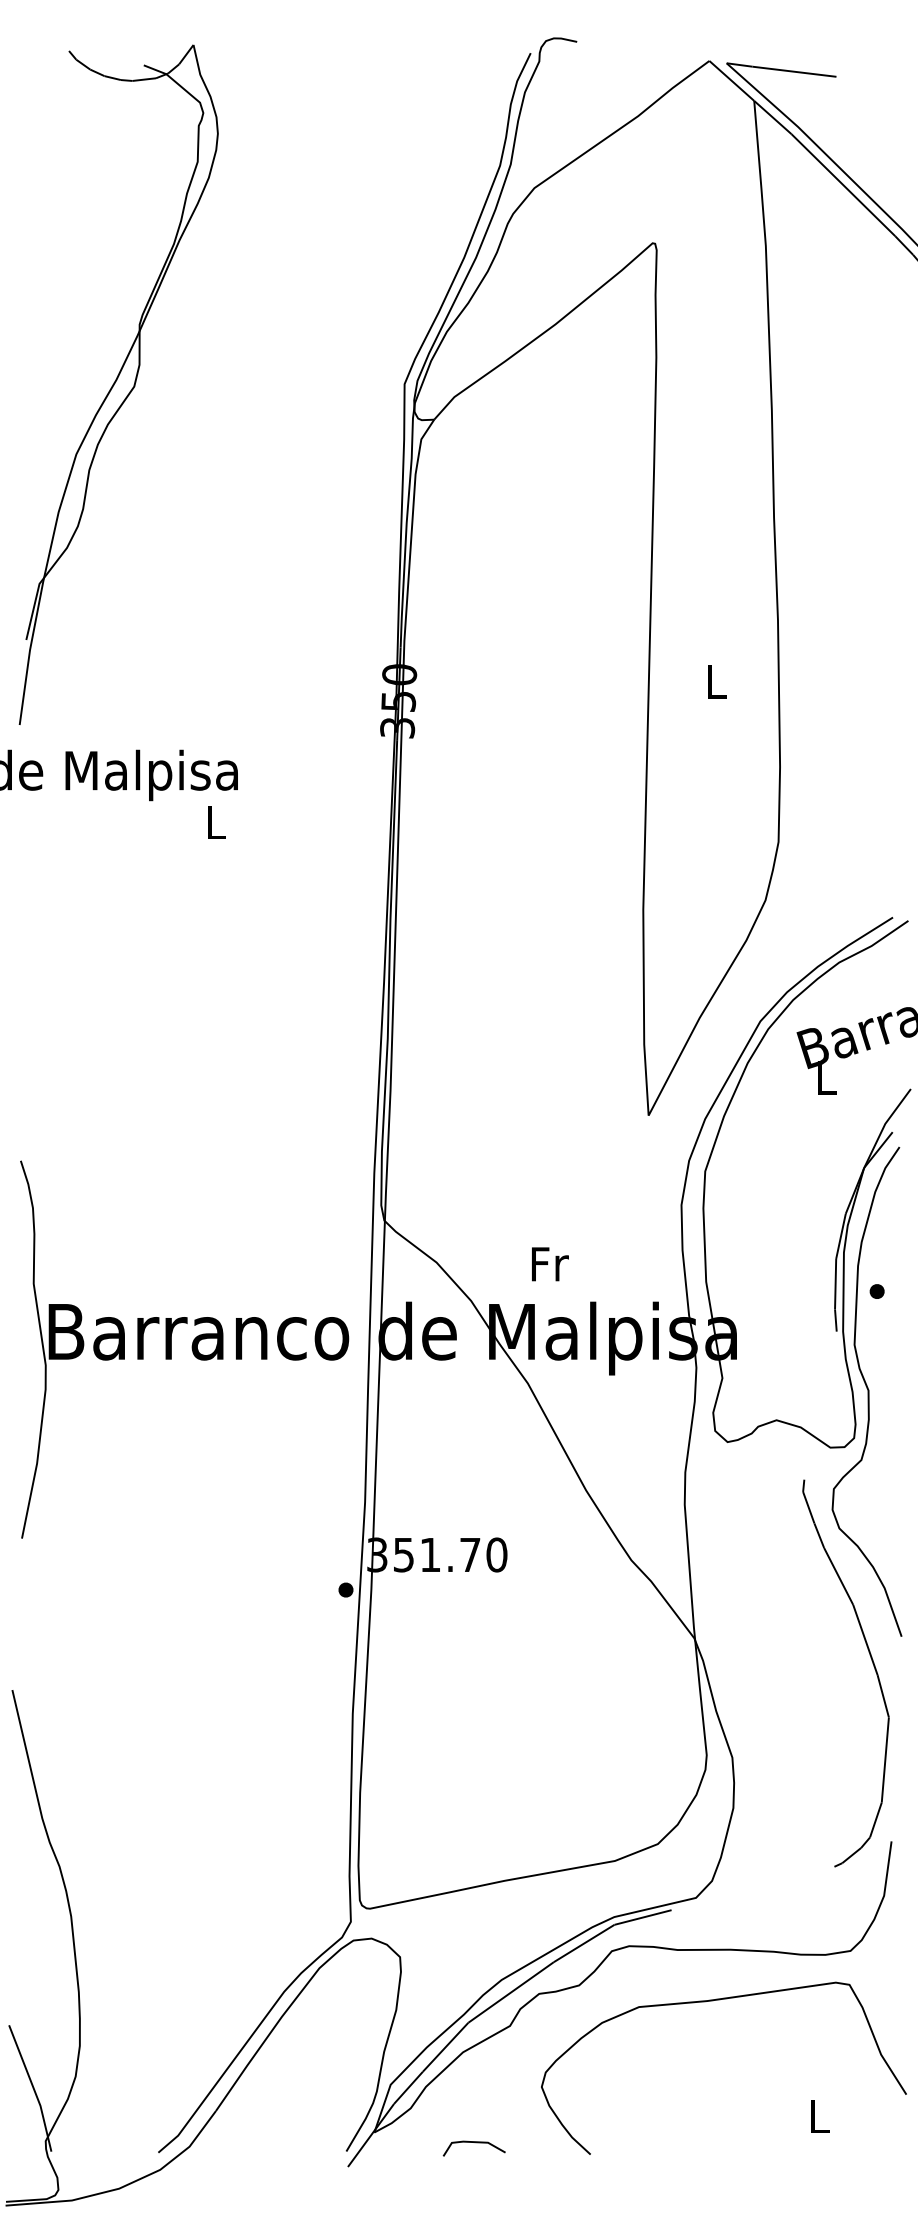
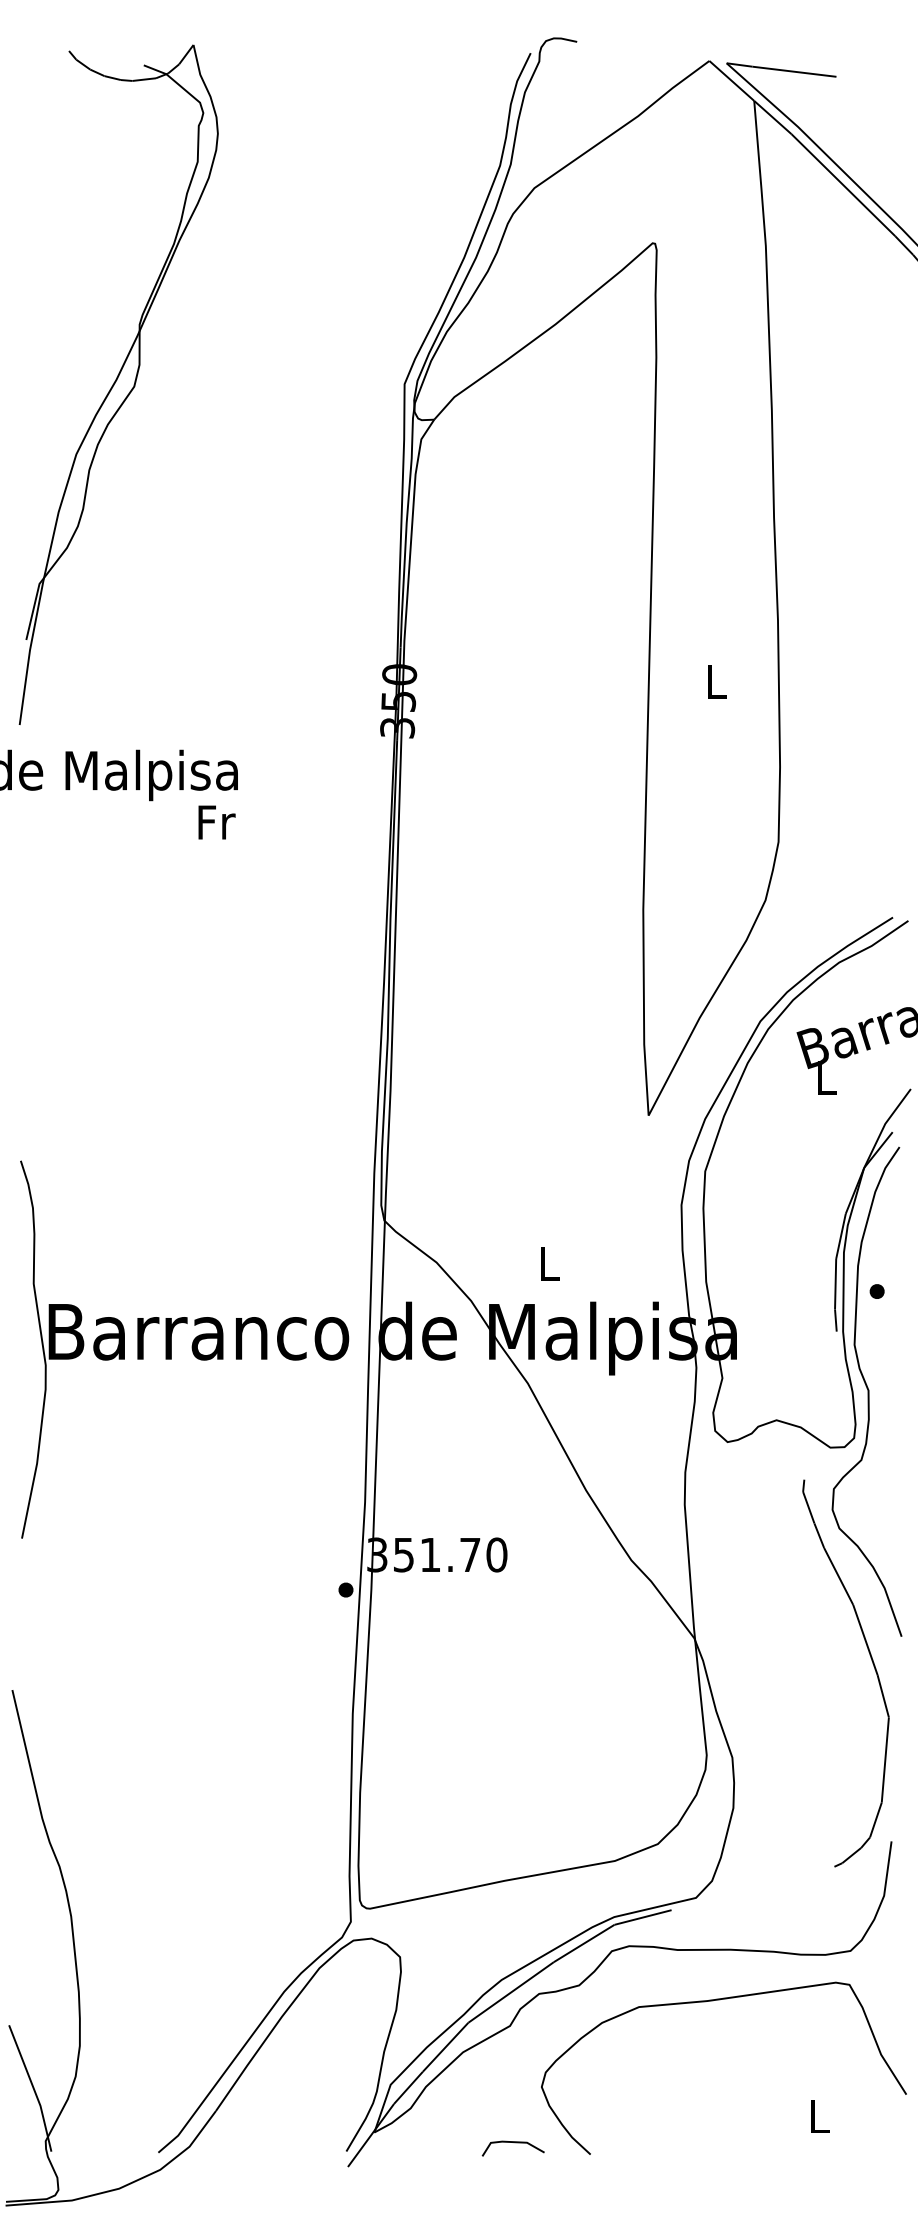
text at (216, 822): L -> Fr
text at (550, 1264): Fr -> L
line at (475, 2143) position: (475, 2143) -> (514, 2143)
